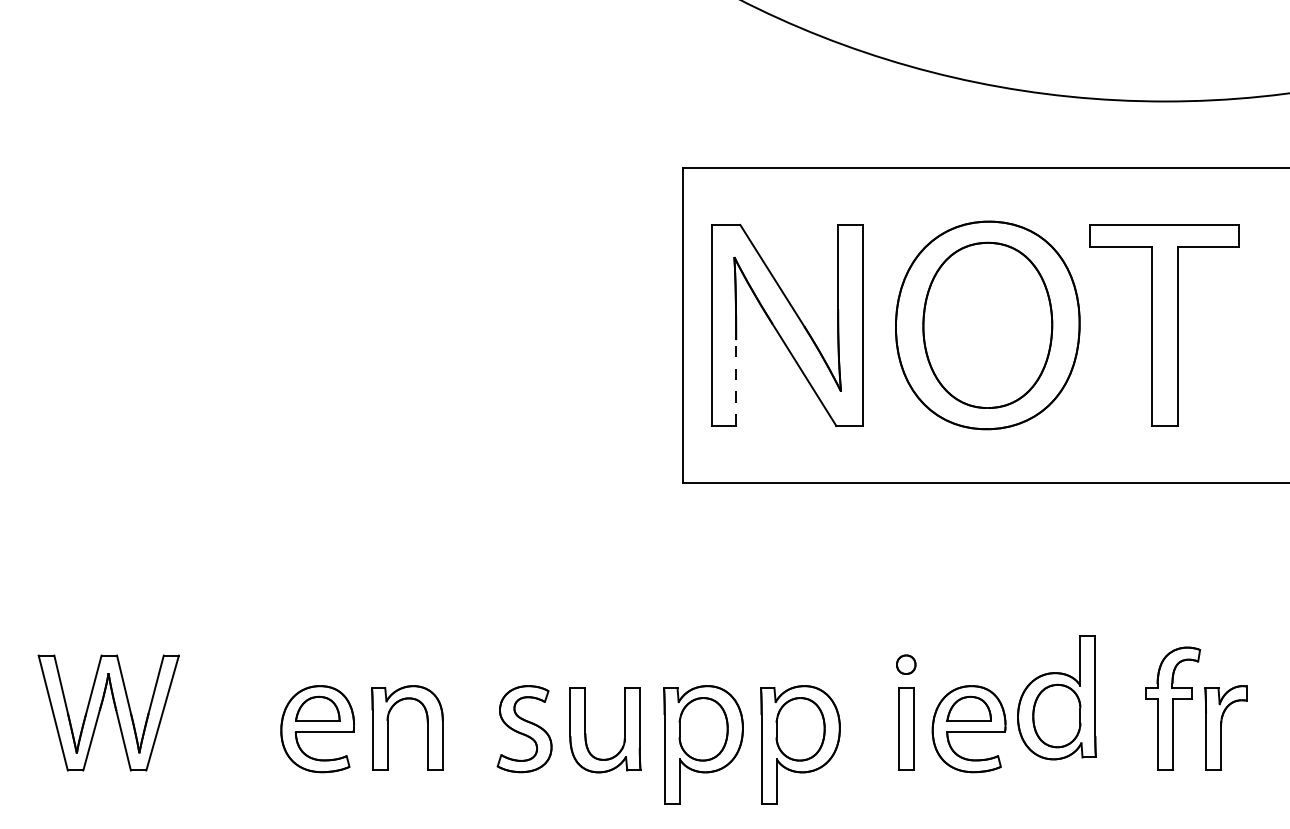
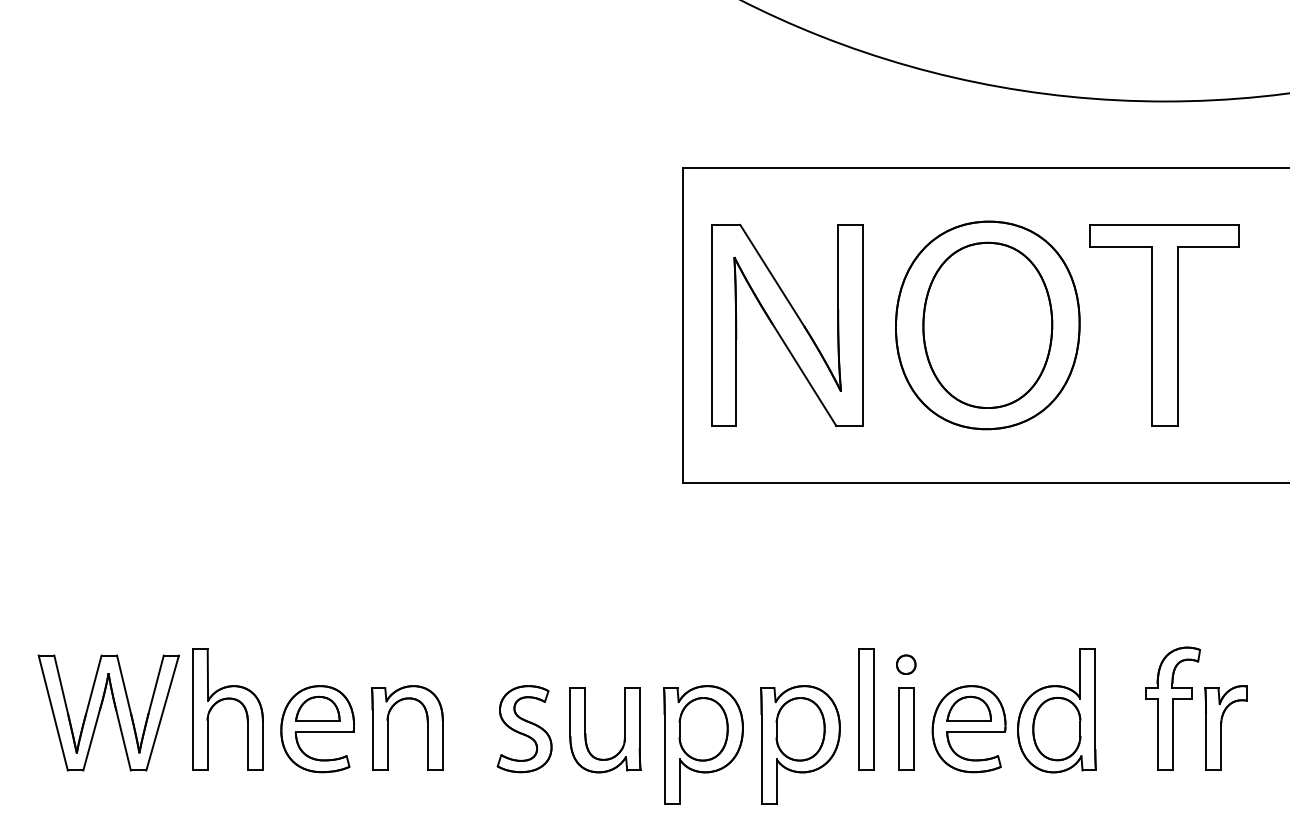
line at (736, 383): dashed -> solid
part at (1056, 697) position: (1056, 697) -> (1056, 710)
part at (223, 700): none -> present
part at (866, 709): none -> present
